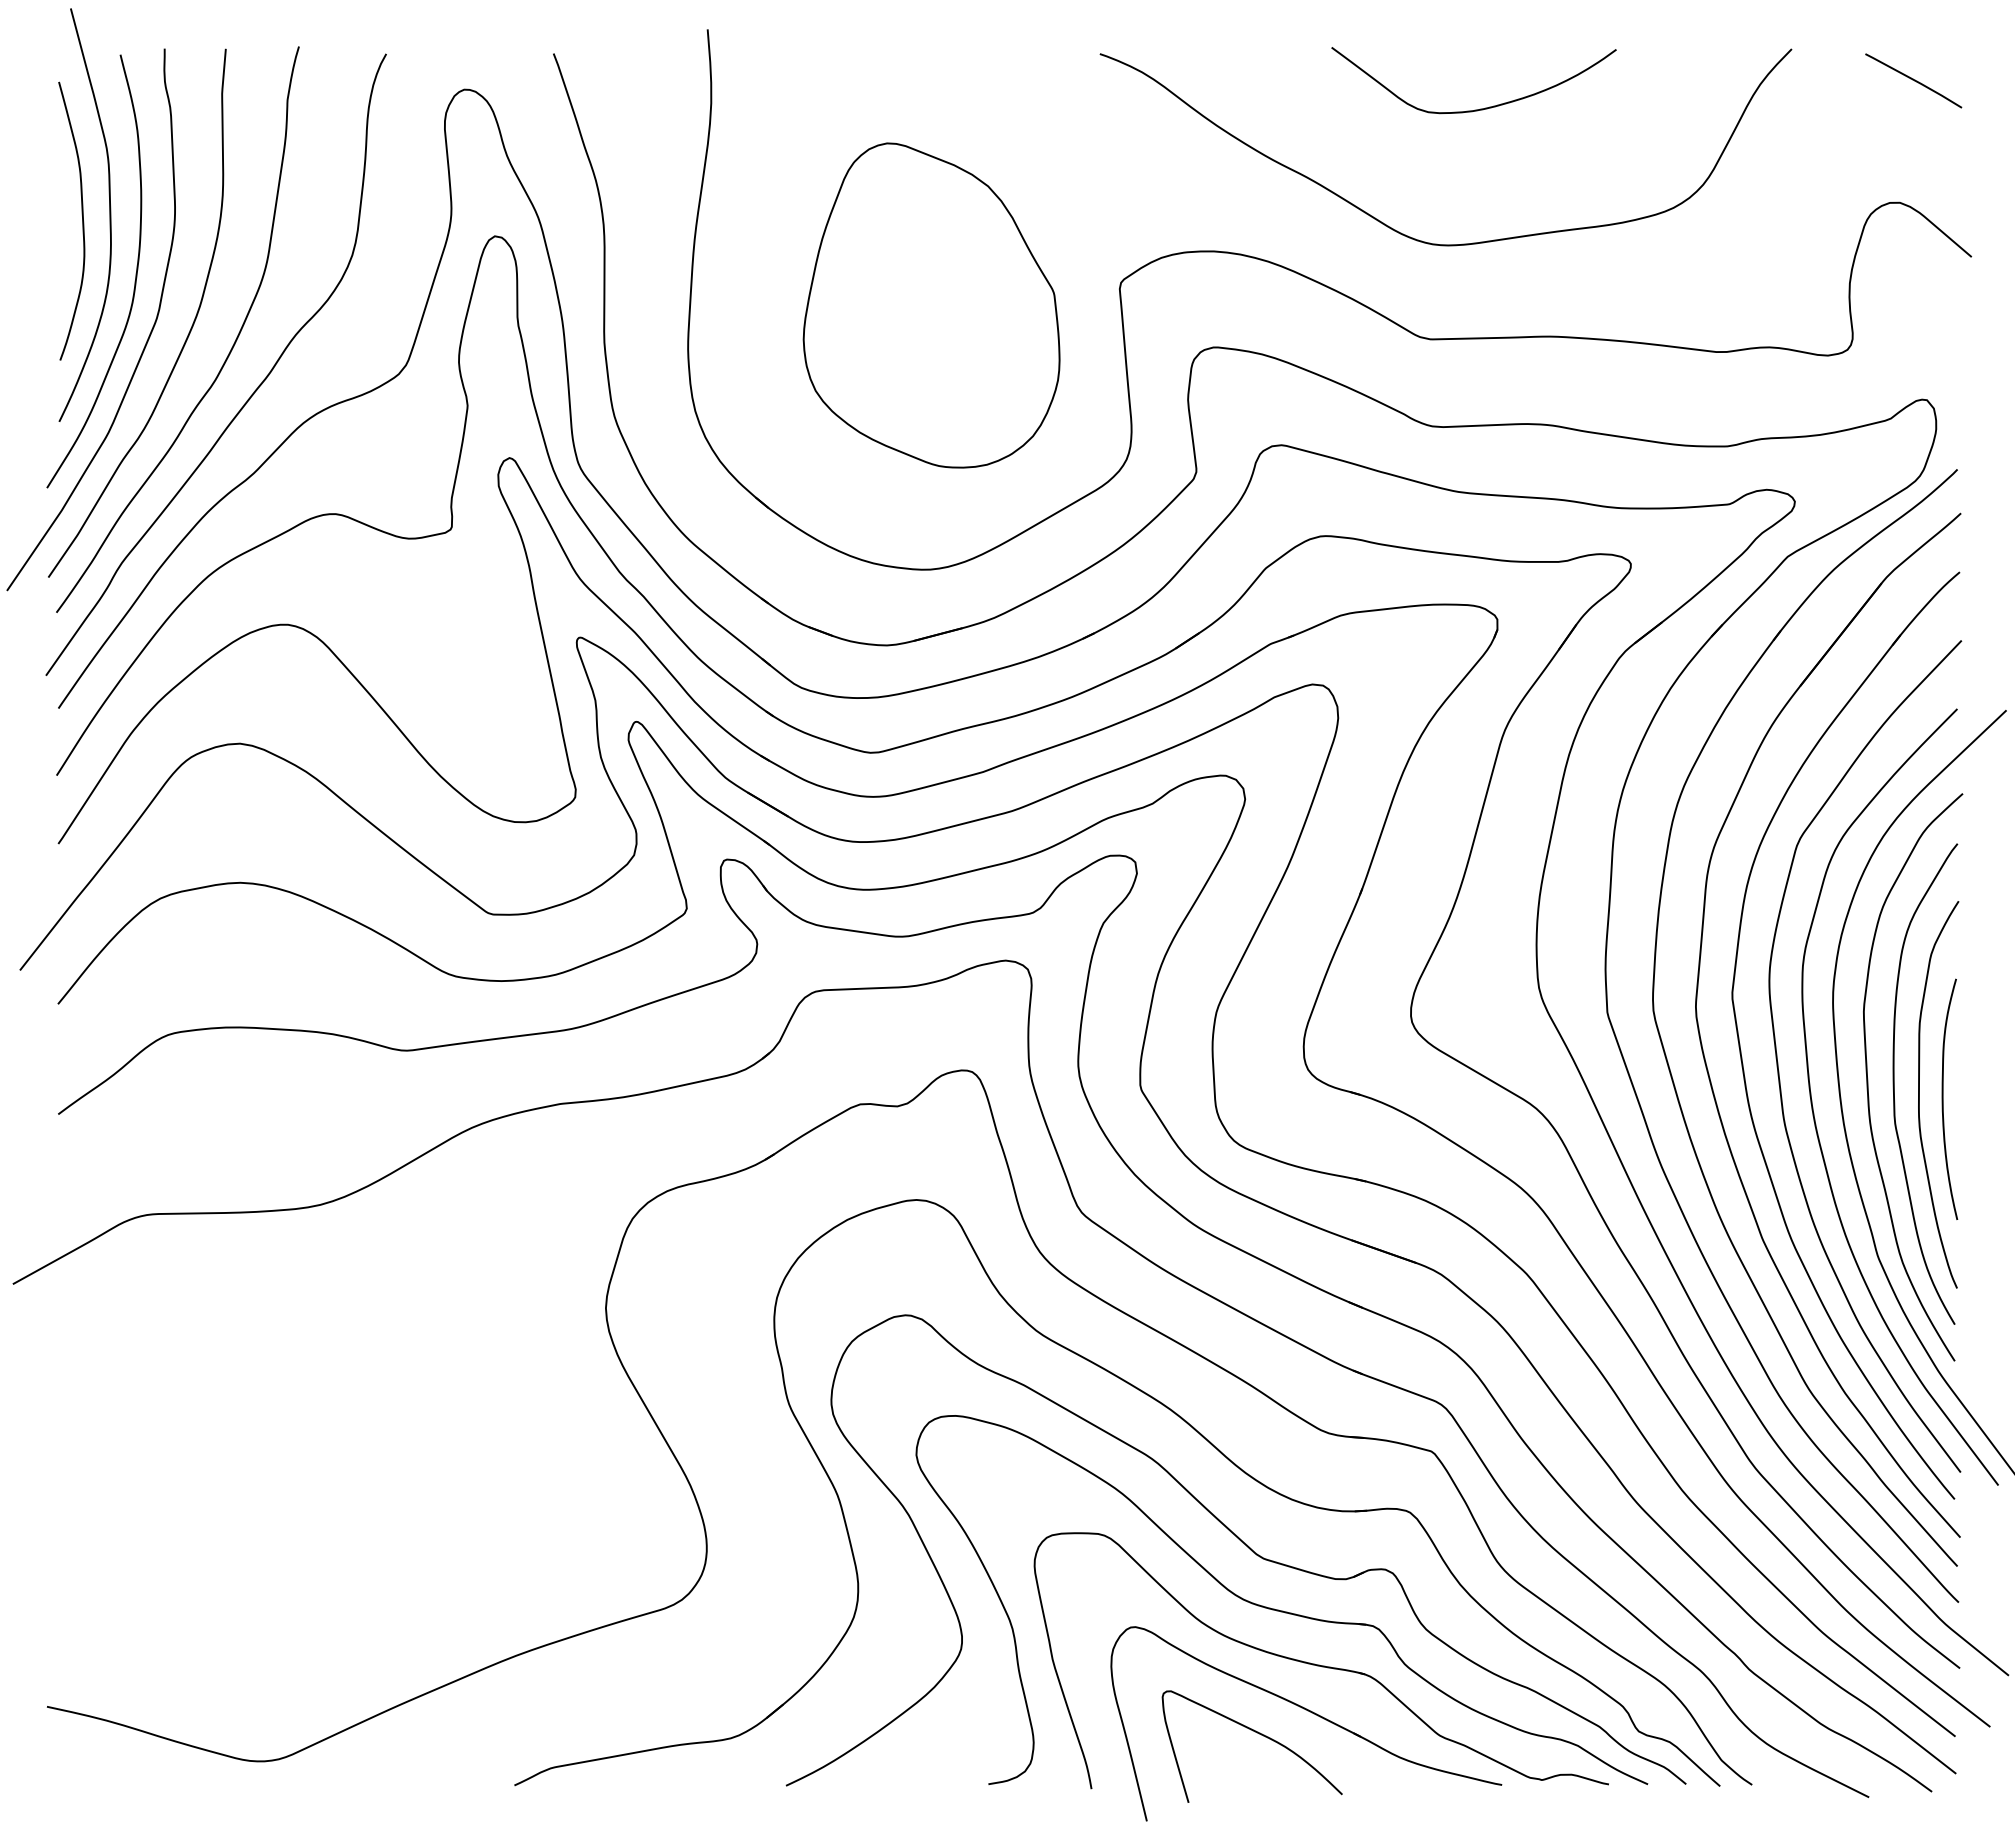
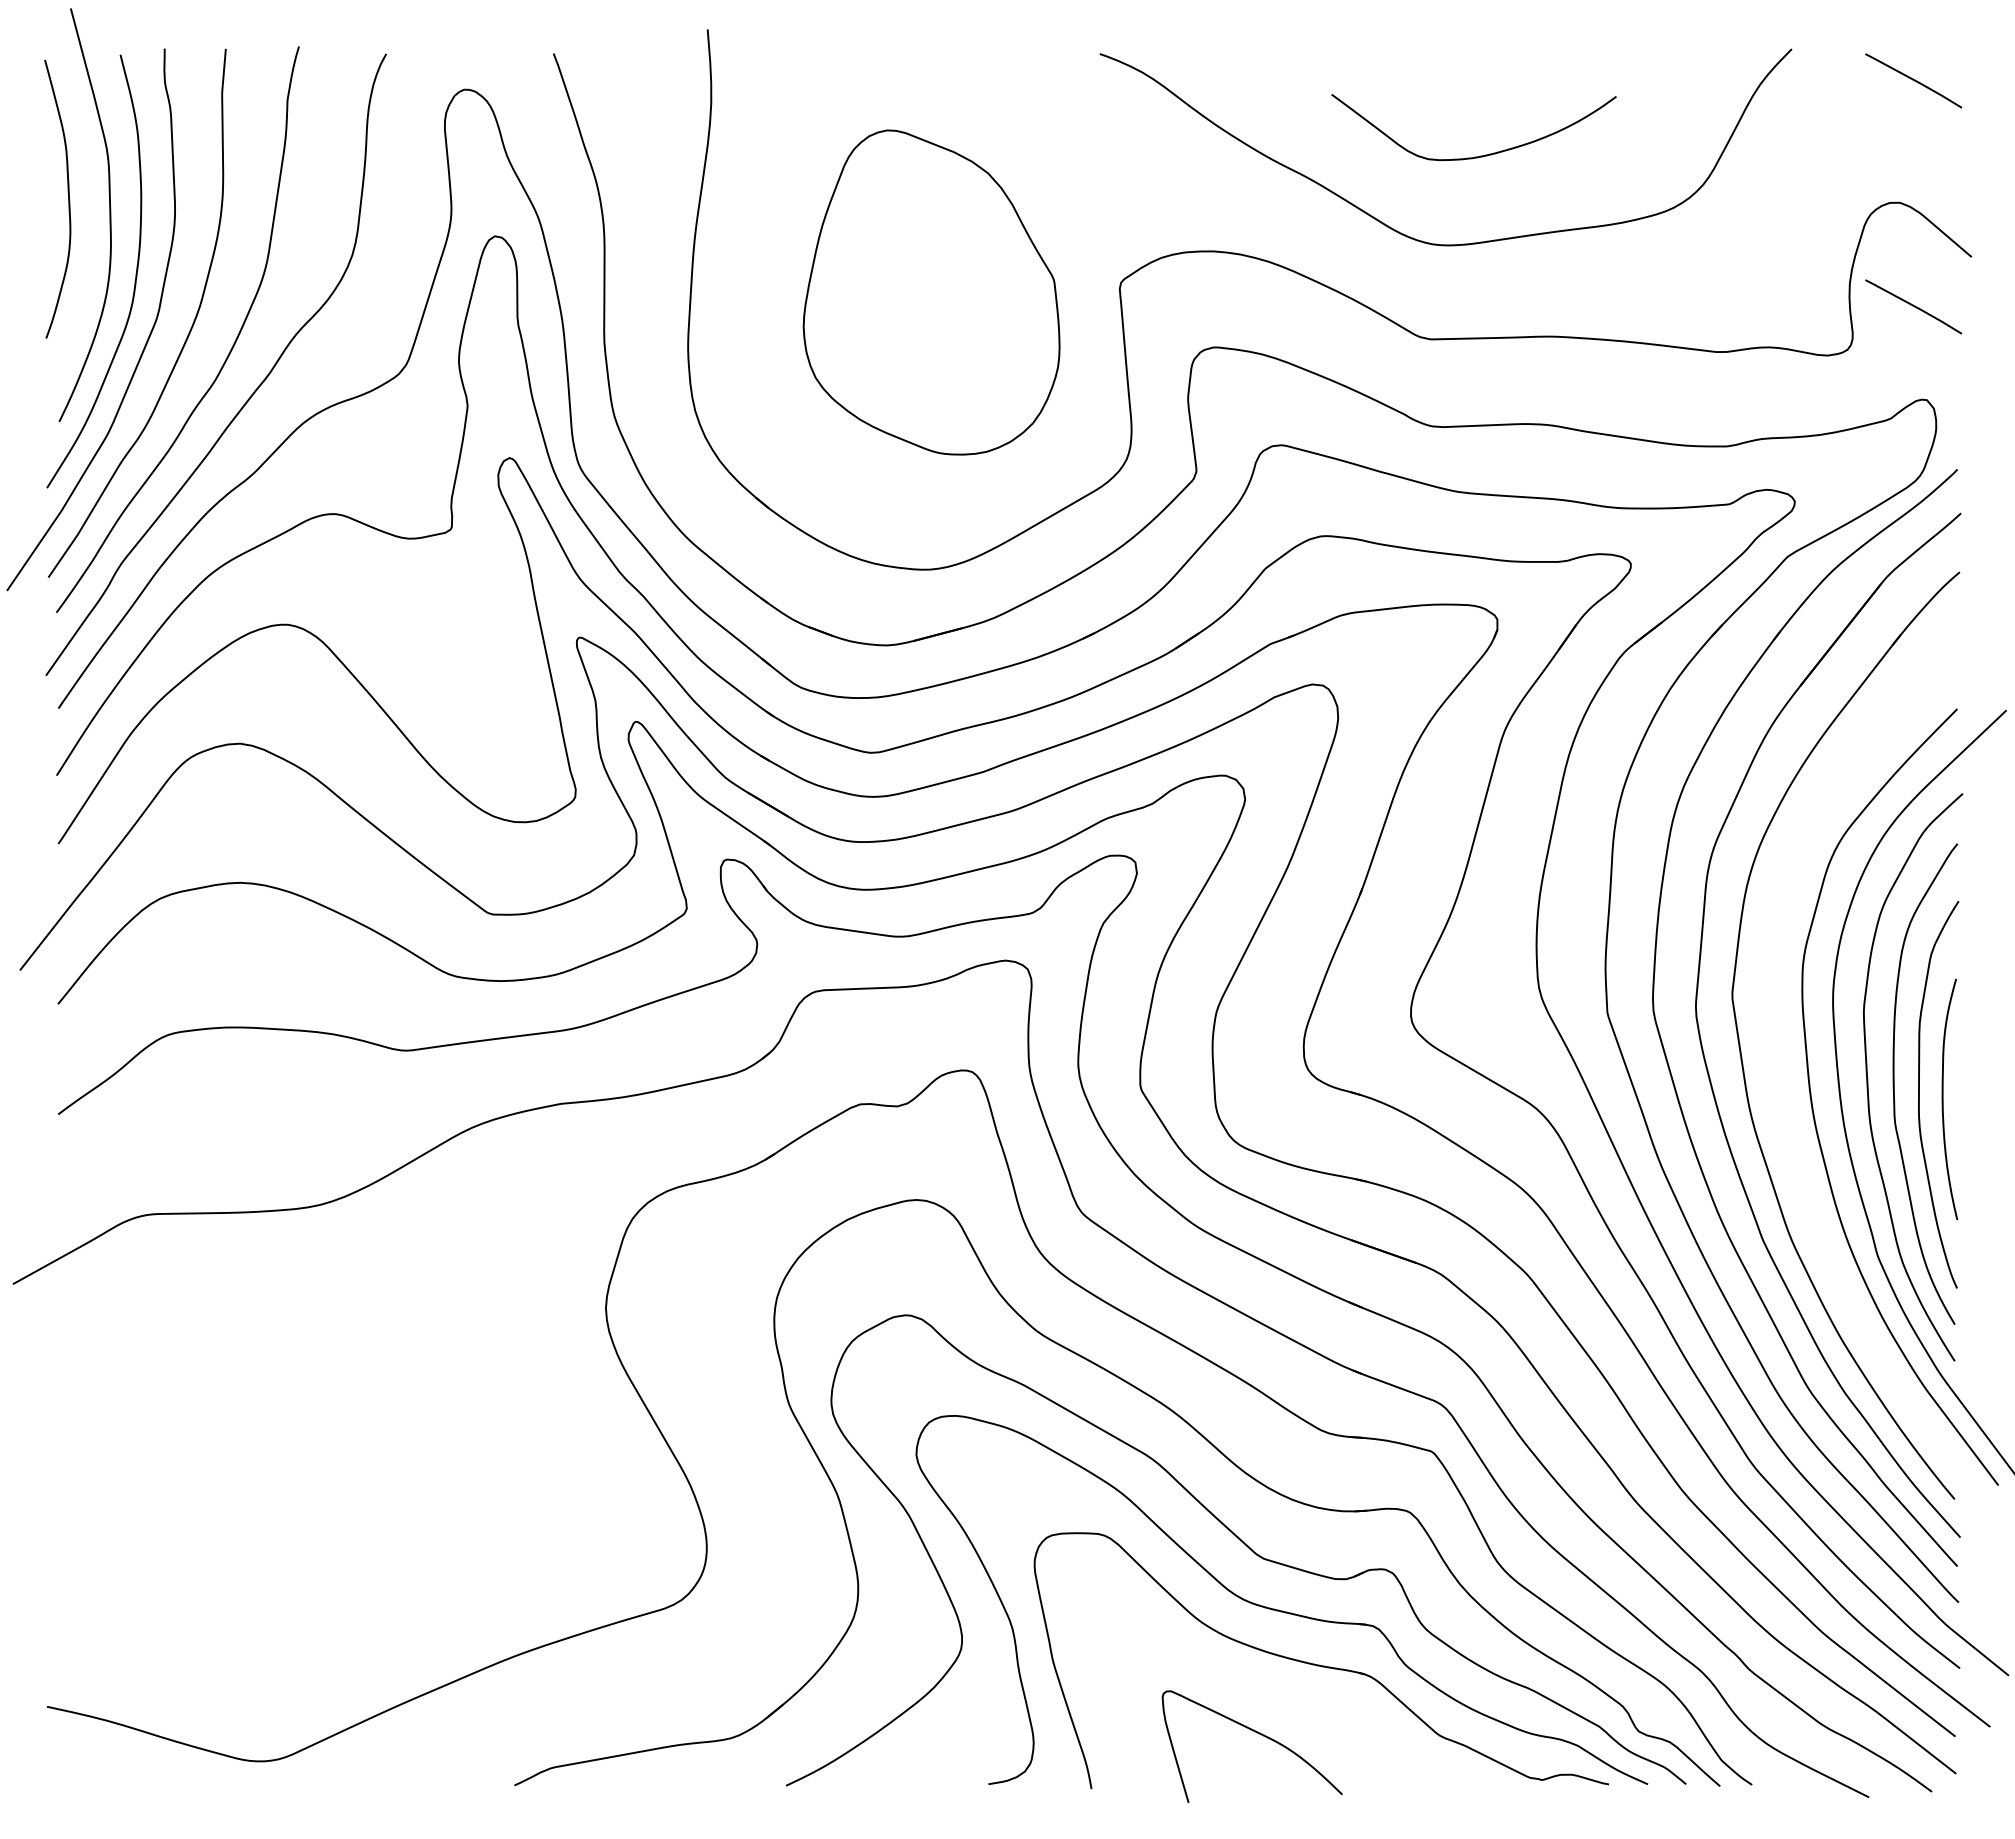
curve at (1480, 108) position: (1480, 108) -> (1480, 155)
curve at (82, 220) position: (82, 220) -> (68, 198)
part at (931, 305) position: (931, 305) -> (931, 292)
line at (1913, 306): none -> present
curve at (1778, 1062): present -> none
part at (1312, 1713): present -> none
